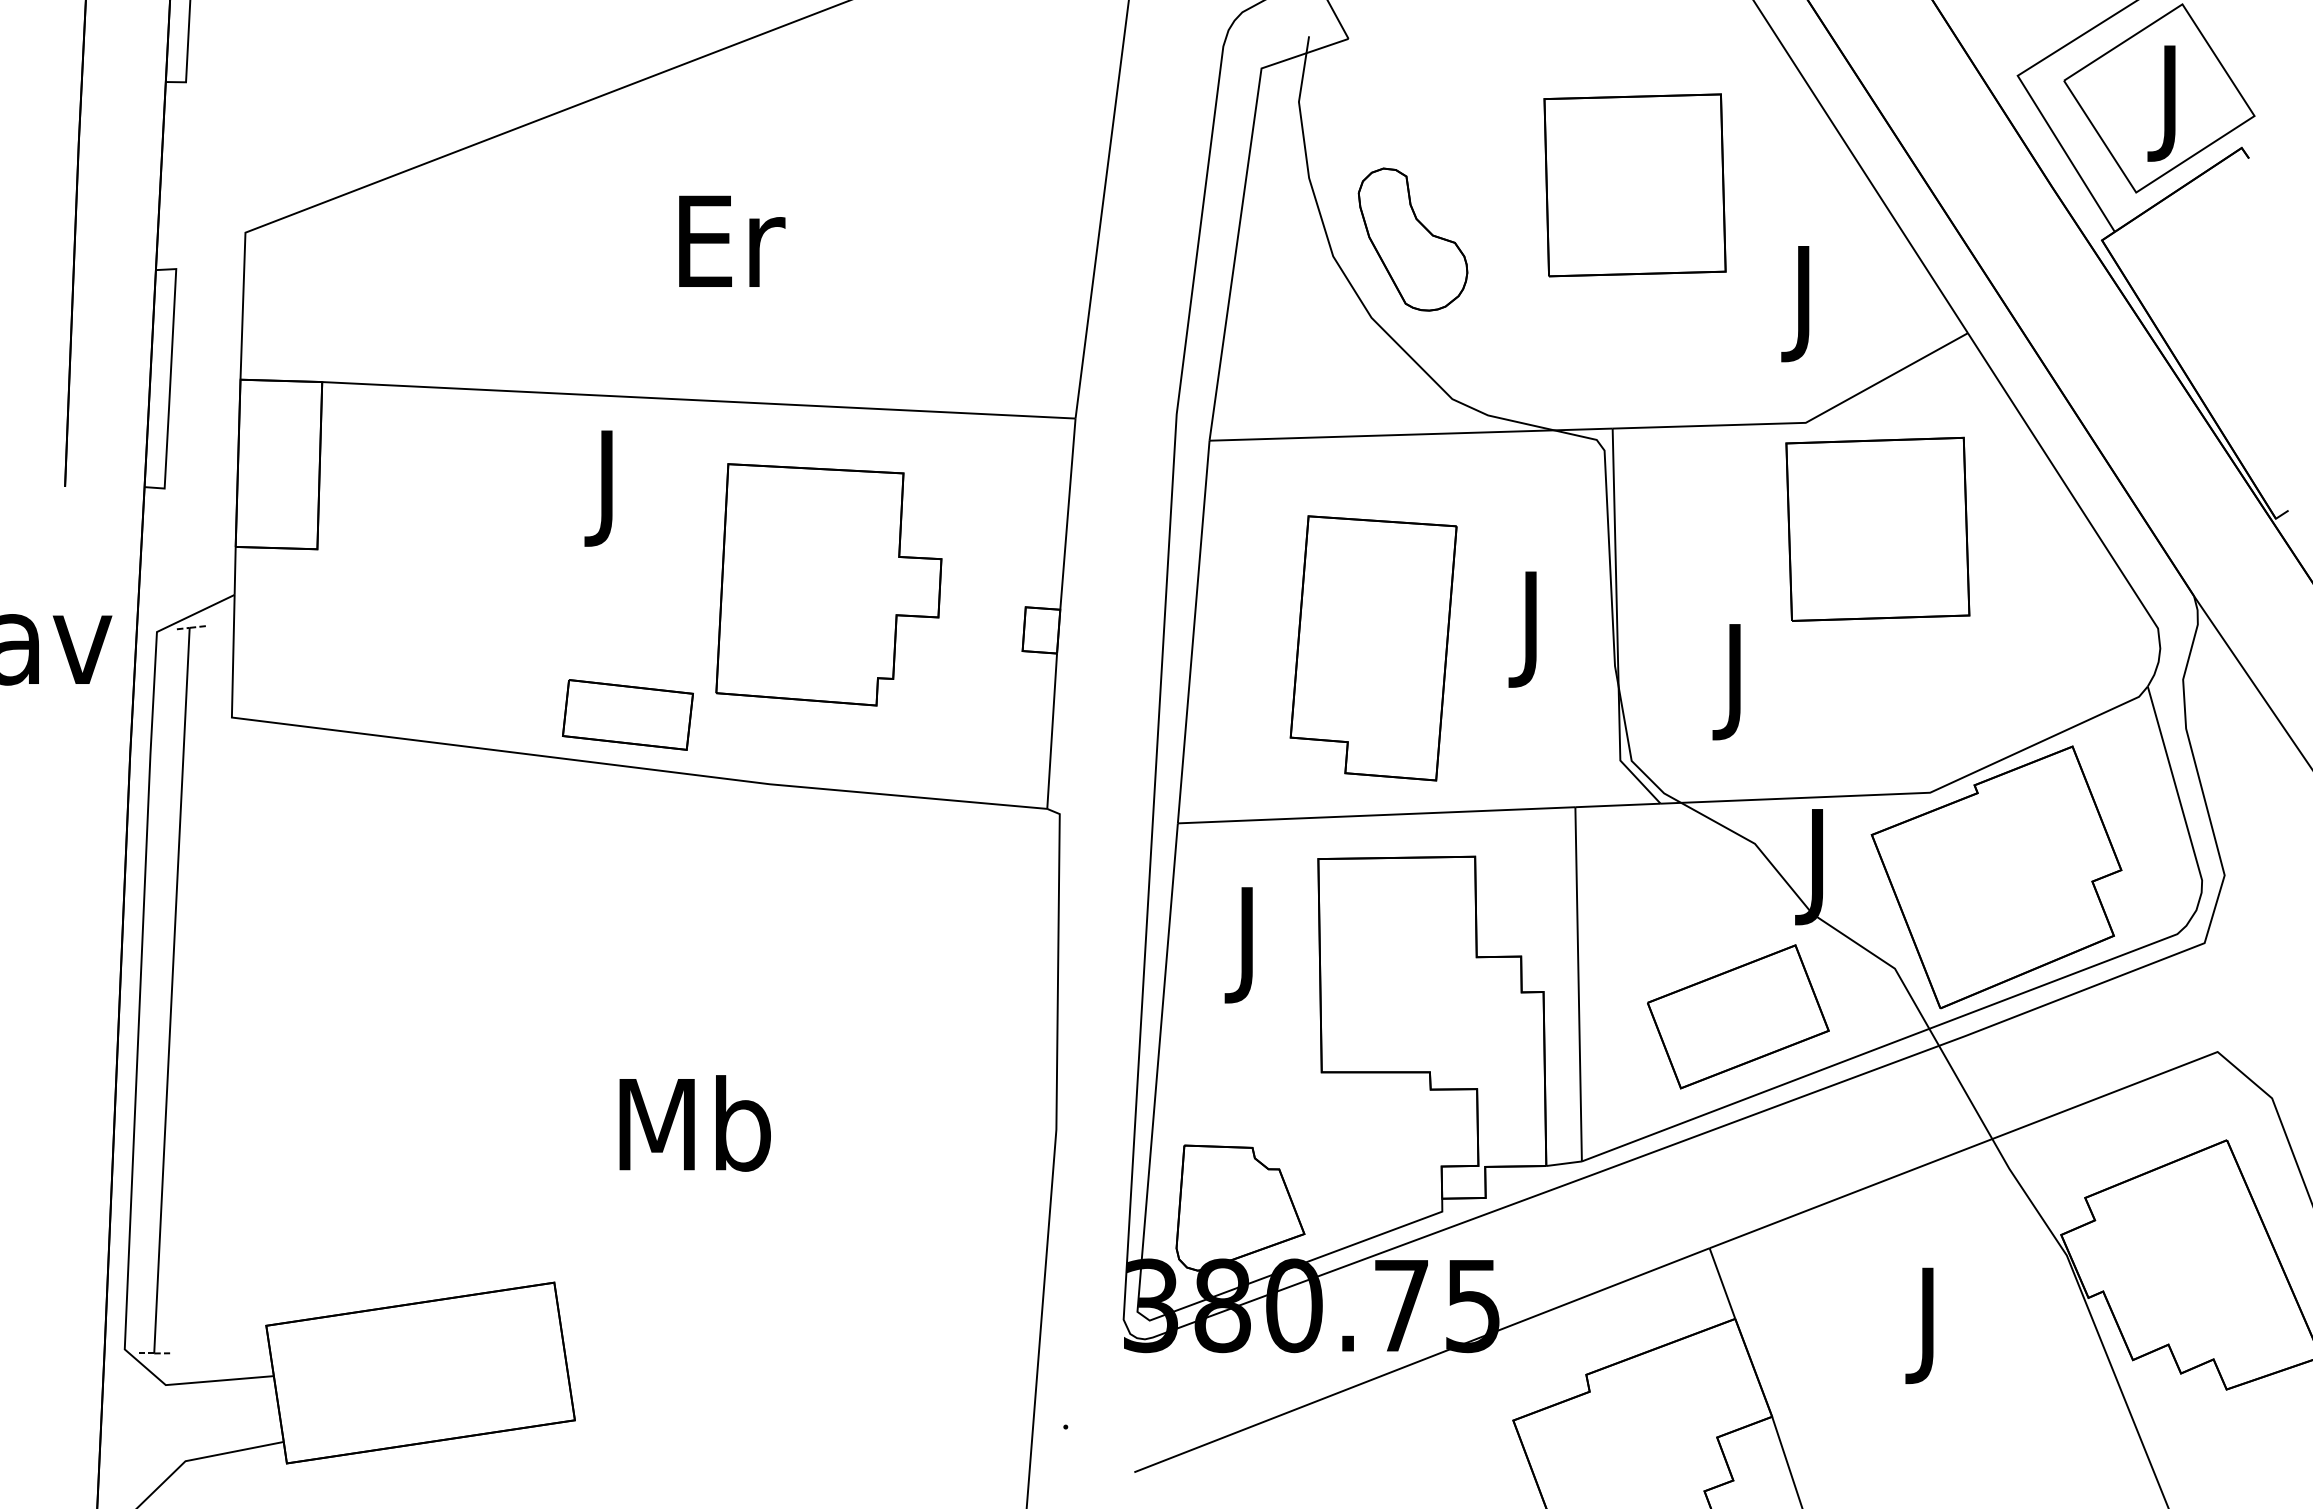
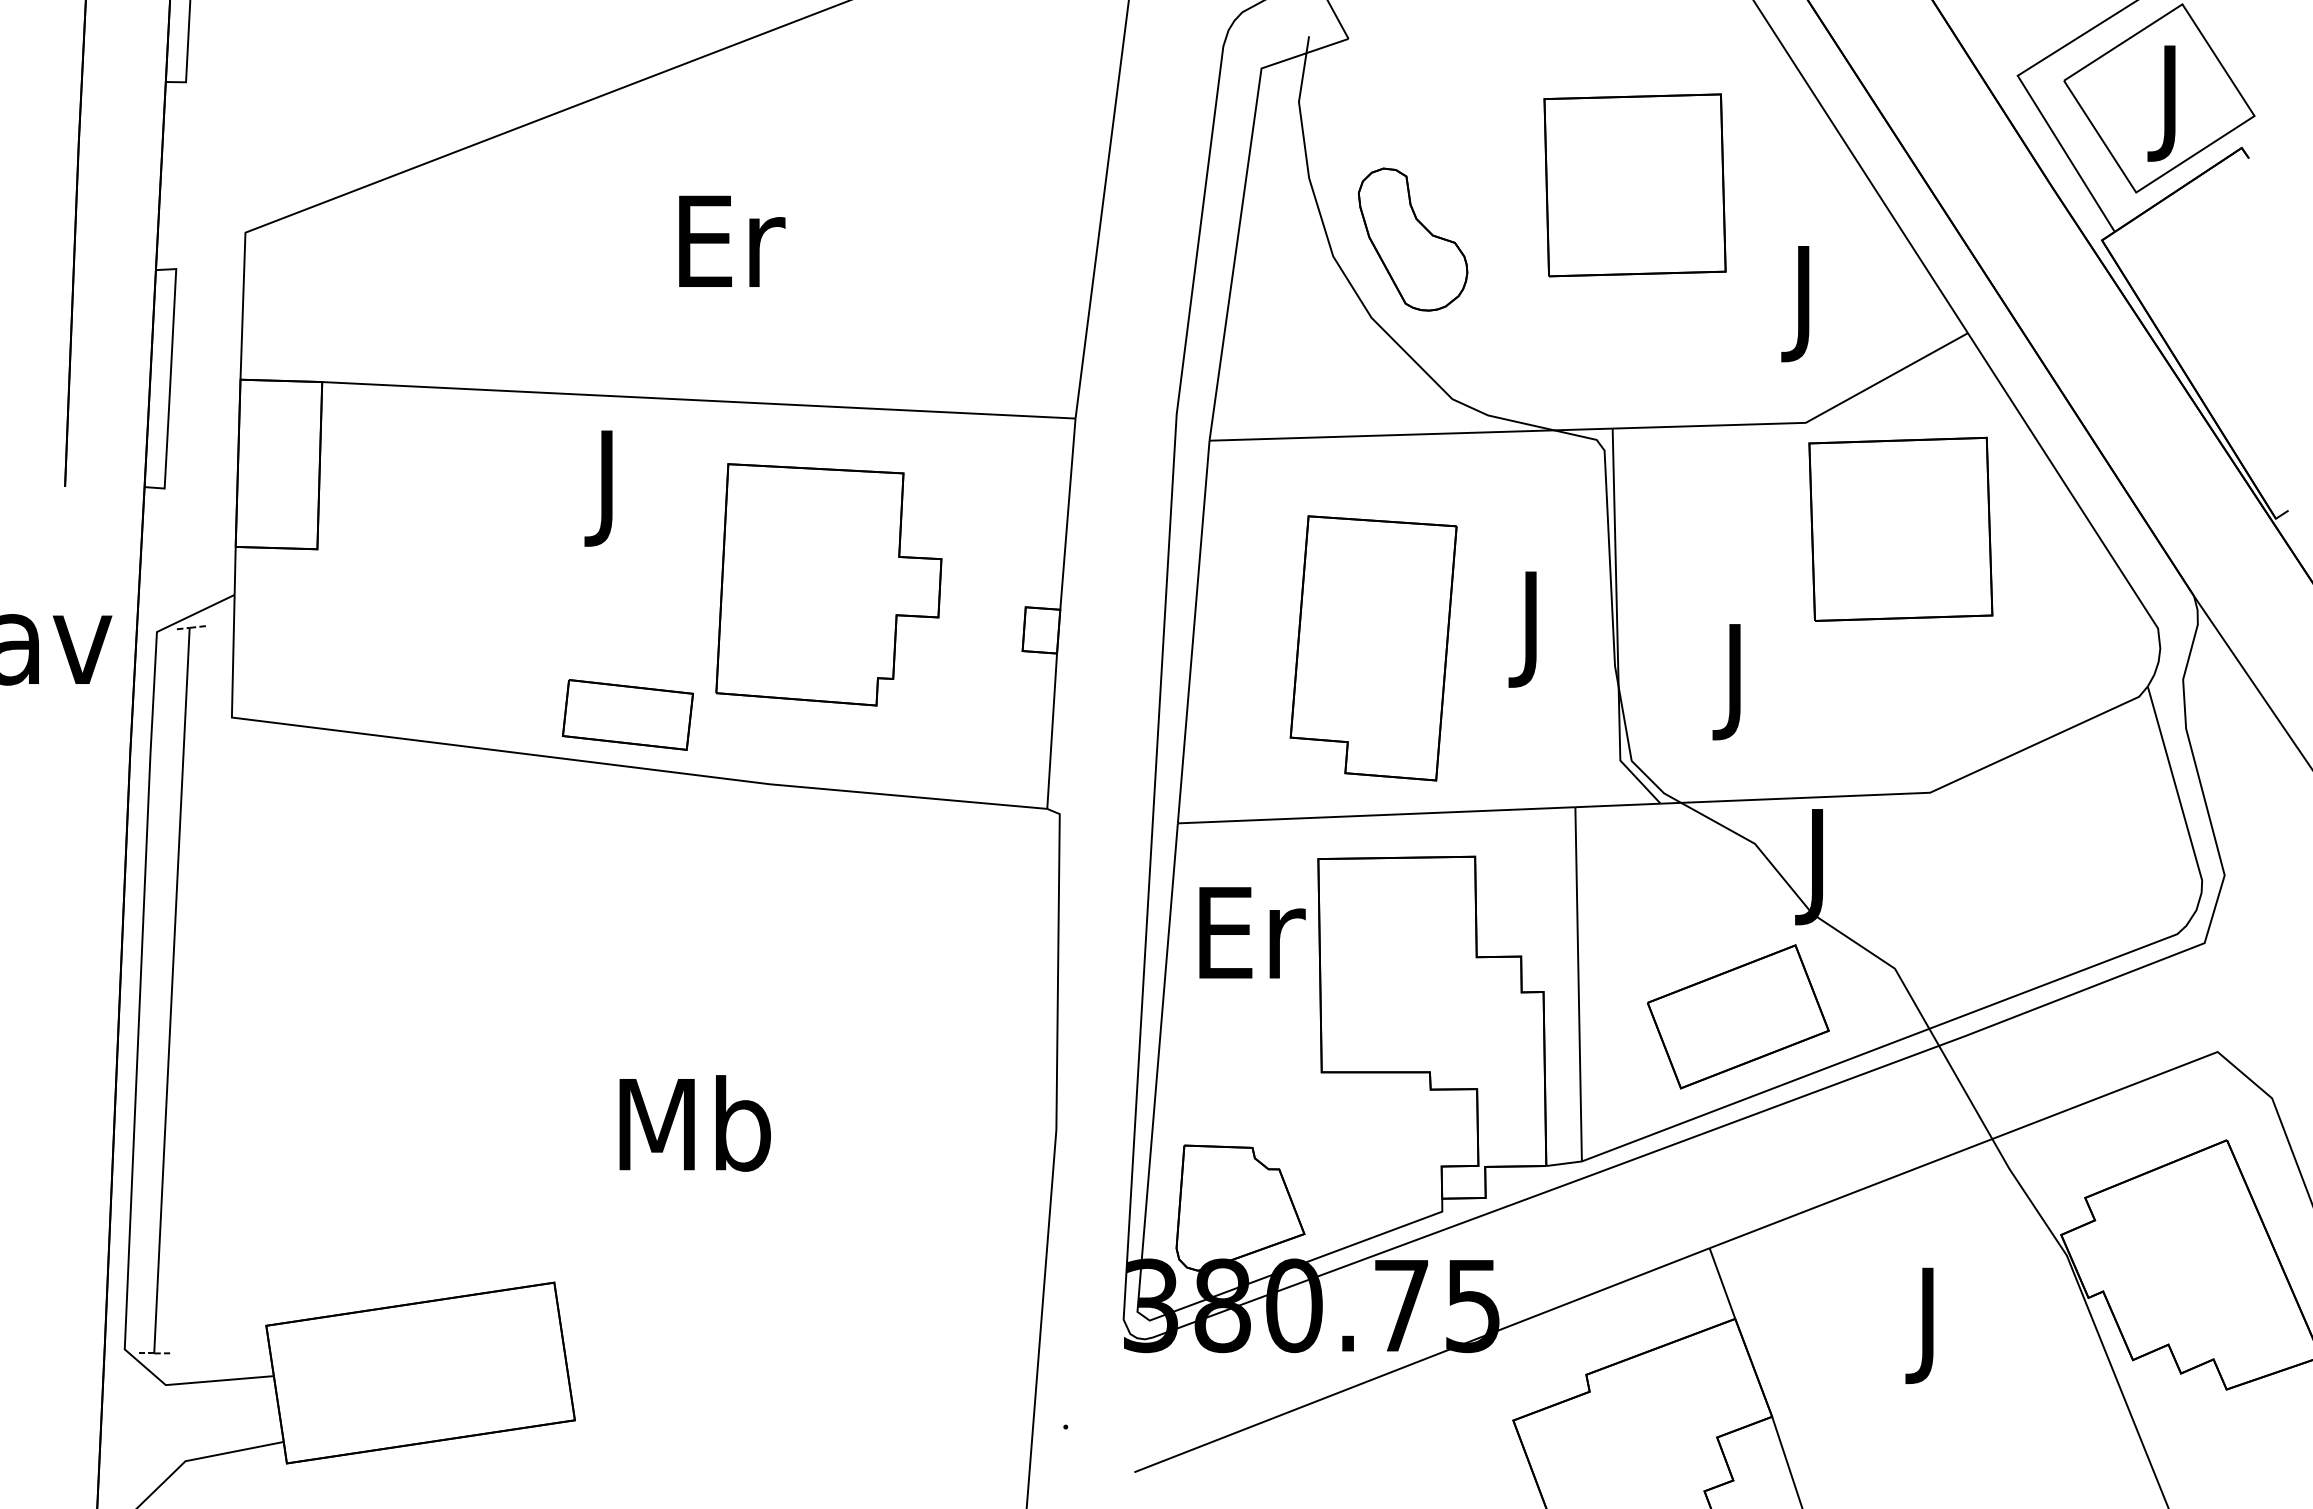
part at (1877, 528) position: (1877, 528) -> (1900, 528)
part at (1996, 877): present -> none
text at (1252, 945): J -> Er
